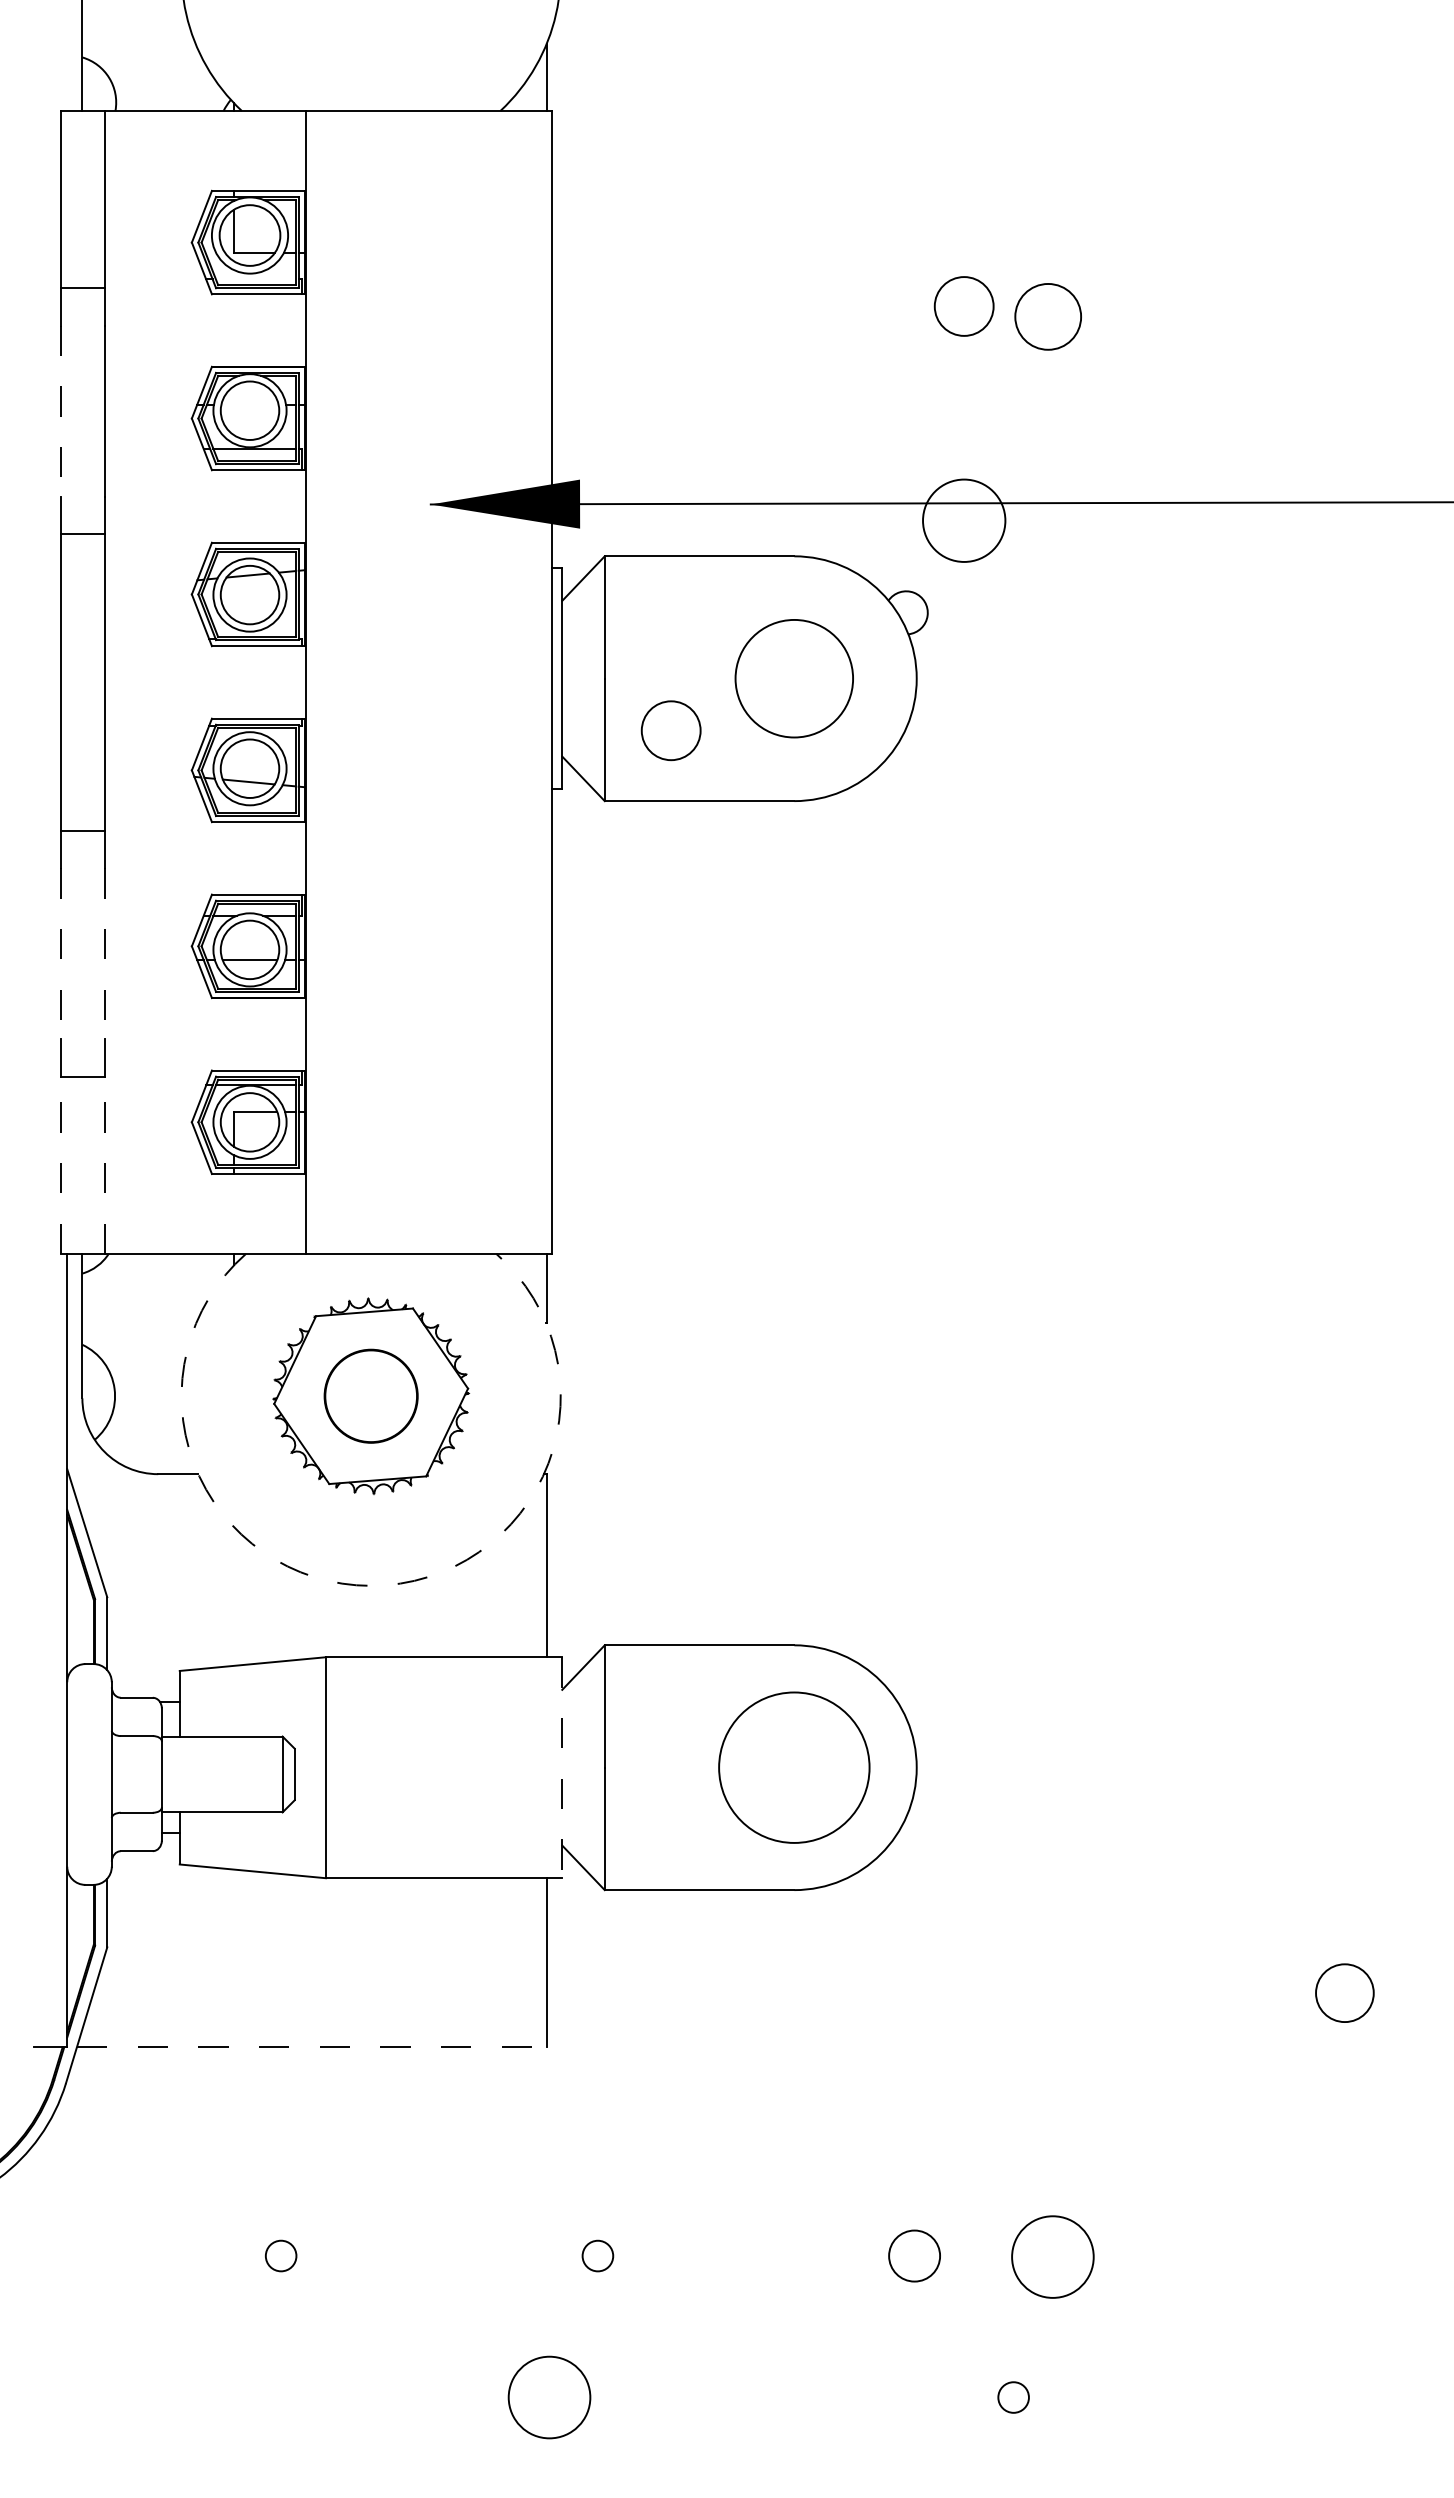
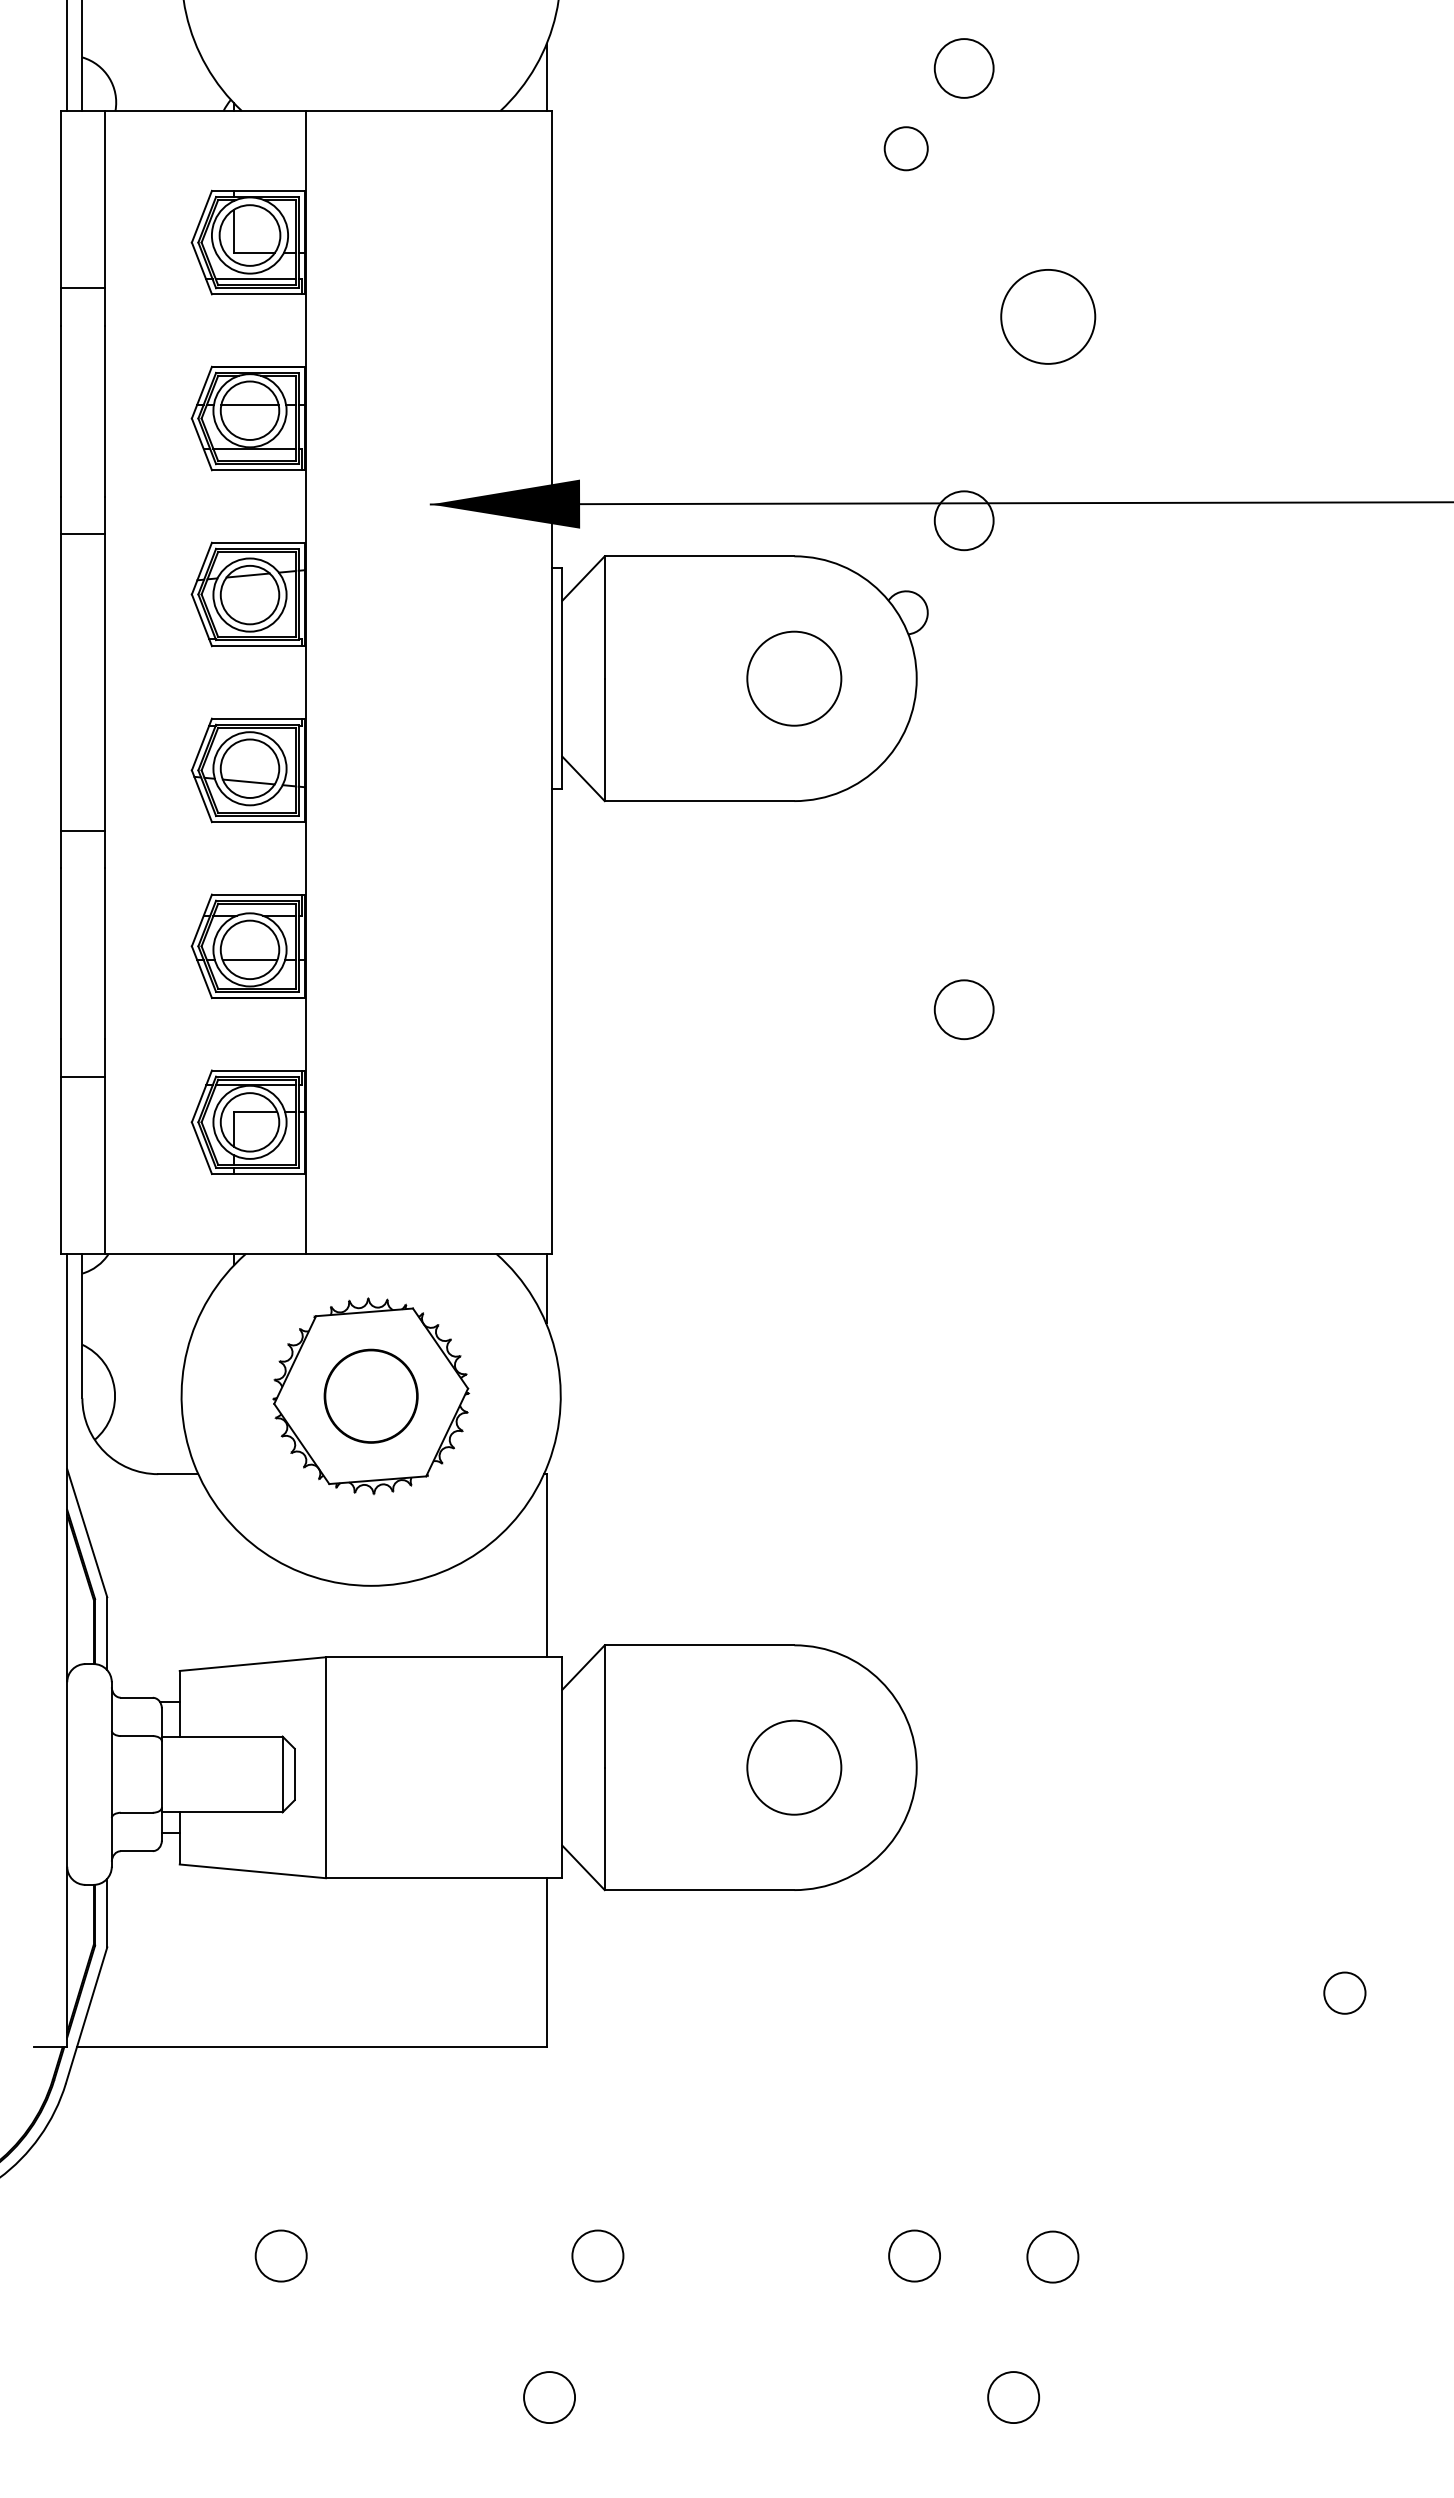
line at (67, 56): none -> present
circle at (905, 148): none -> present
line at (255, 279): none -> present
circle at (963, 306) position: (963, 306) -> (963, 68)
circle at (1048, 316) diameter: 66 px -> 94 px
line at (249, 404): none -> present
line at (61, 411): dashed -> solid
circle at (964, 520) diameter: 82 px -> 59 px
circle at (794, 678) diameter: 118 px -> 94 px
circle at (670, 730) position: (670, 730) -> (963, 1009)
line at (61, 954): dashed -> solid
line at (105, 954): dashed -> solid
line at (61, 1165): dashed -> solid
line at (105, 1165): dashed -> solid
arc at (371, 1585): dashed -> solid
circle at (794, 1767) diameter: 150 px -> 94 px
line at (562, 1768): dashed -> solid
circle at (1344, 1993) diameter: 58 px -> 41 px
line at (311, 2047): dashed -> solid
circle at (281, 2255) size: 33x34 px -> 54x54 px
circle at (597, 2255) diameter: 31 px -> 51 px
circle at (1052, 2256) diameter: 82 px -> 51 px
circle at (549, 2397) diameter: 82 px -> 51 px
circle at (1013, 2397) diameter: 31 px -> 51 px
